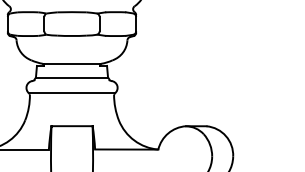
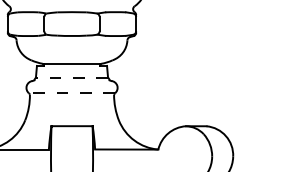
line at (71, 77): solid -> dashed
line at (71, 93): solid -> dashed
